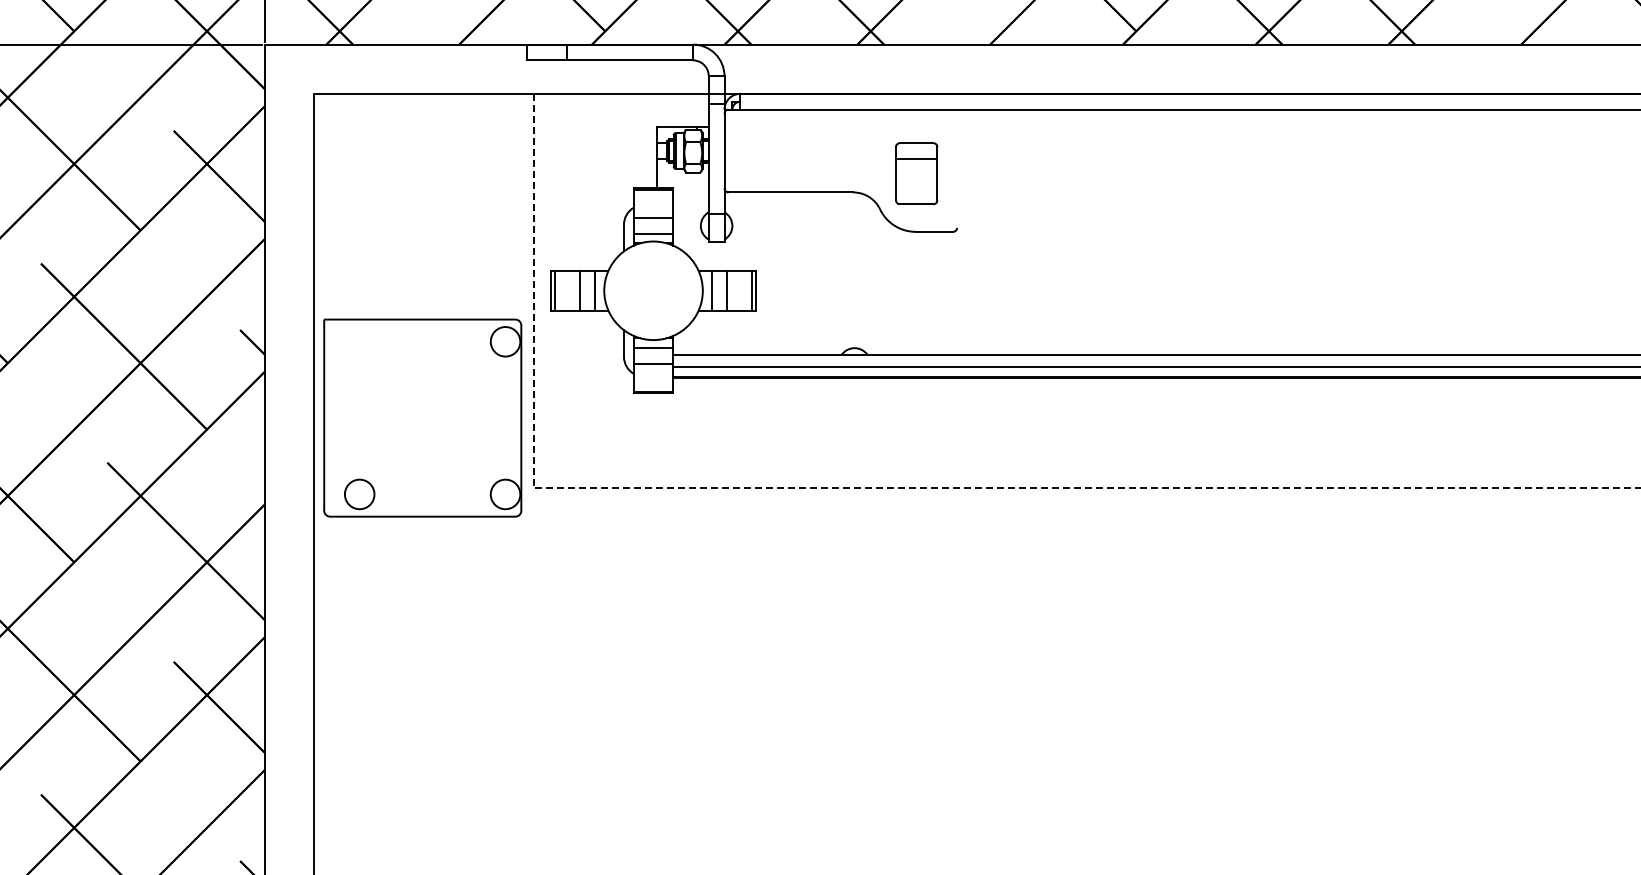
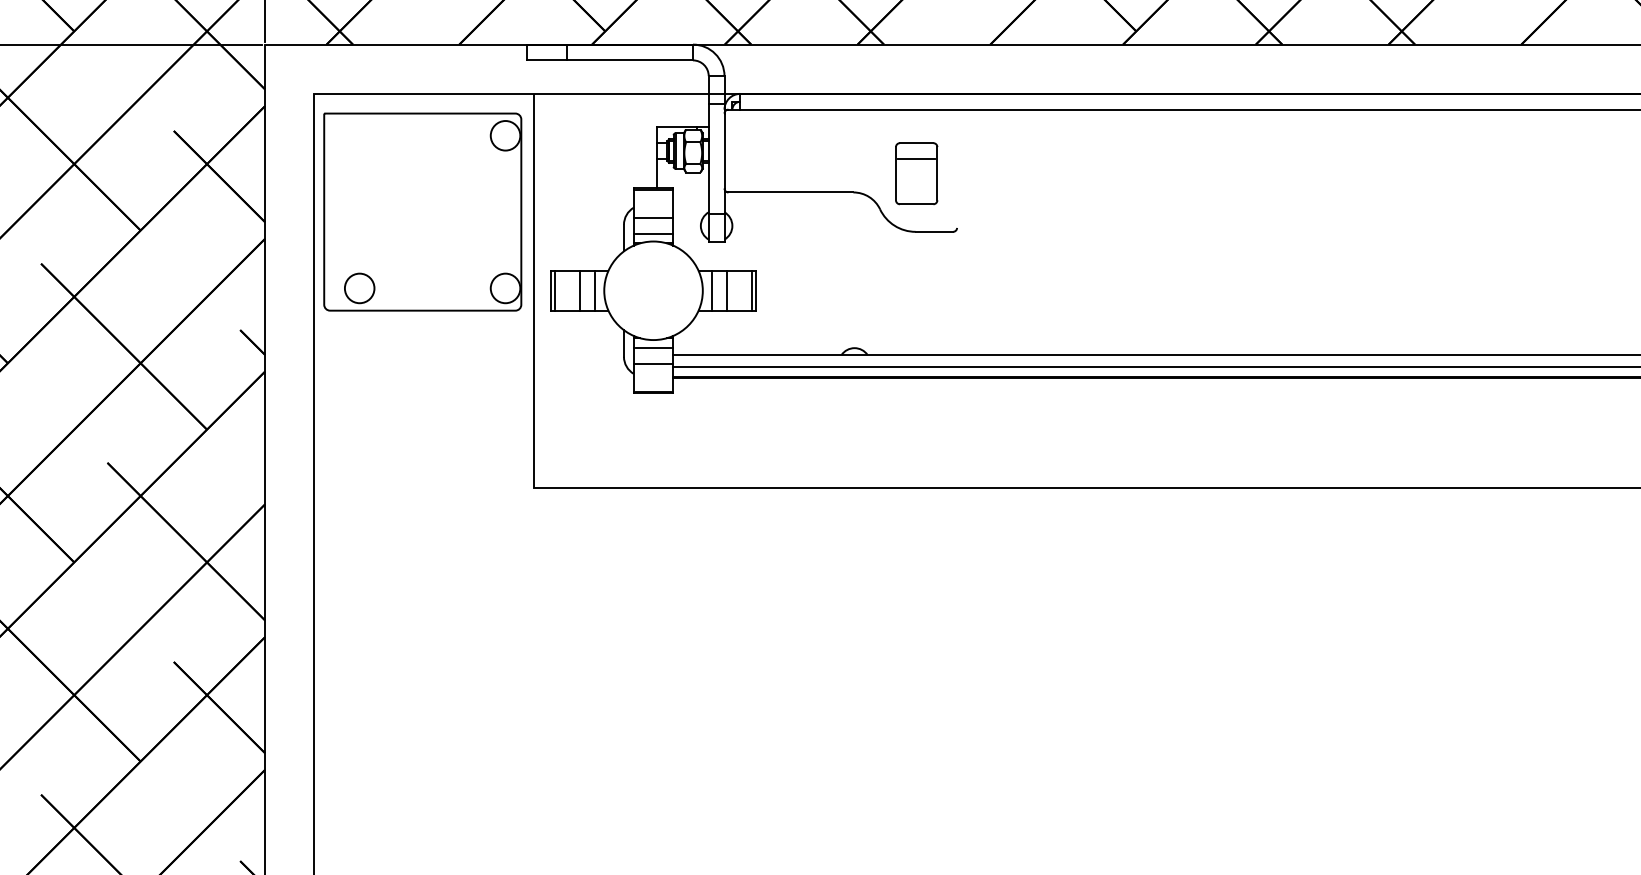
part at (422, 417) position: (422, 417) -> (422, 211)
line at (889, 488): dashed -> solid
